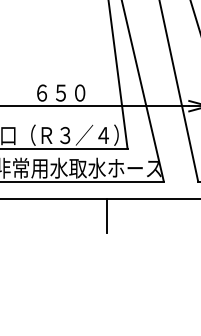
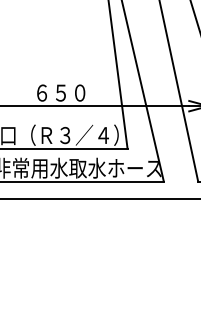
line at (107, 215): present -> none
